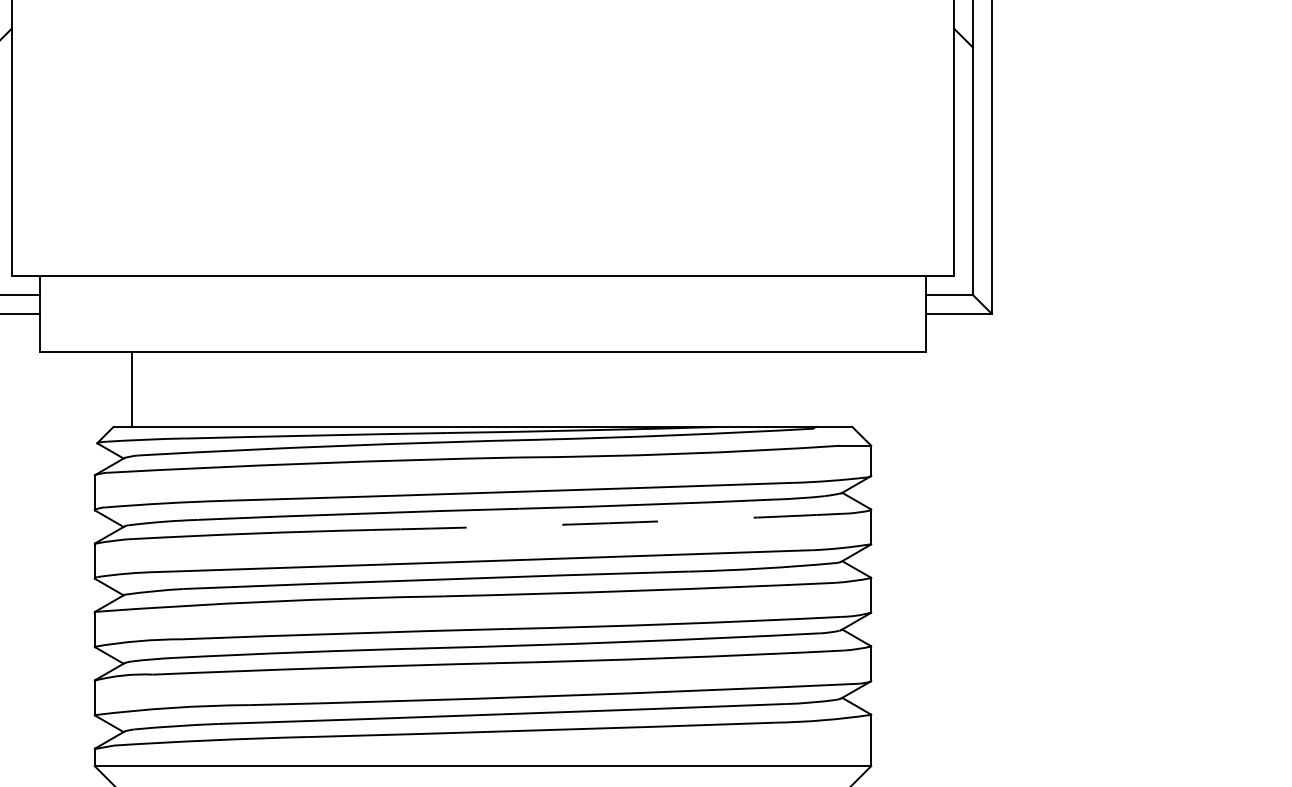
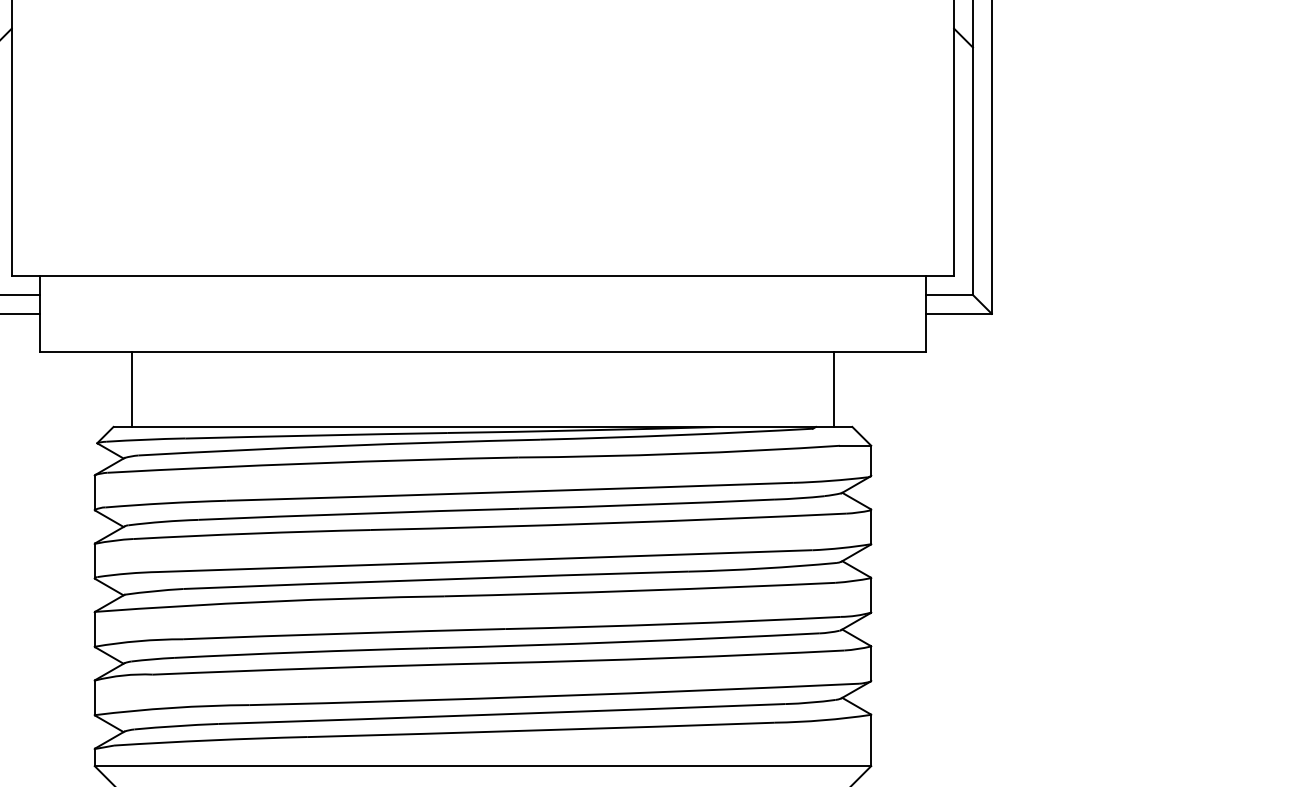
line at (833, 388): none -> present
arc at (608, 523): dashed -> solid
